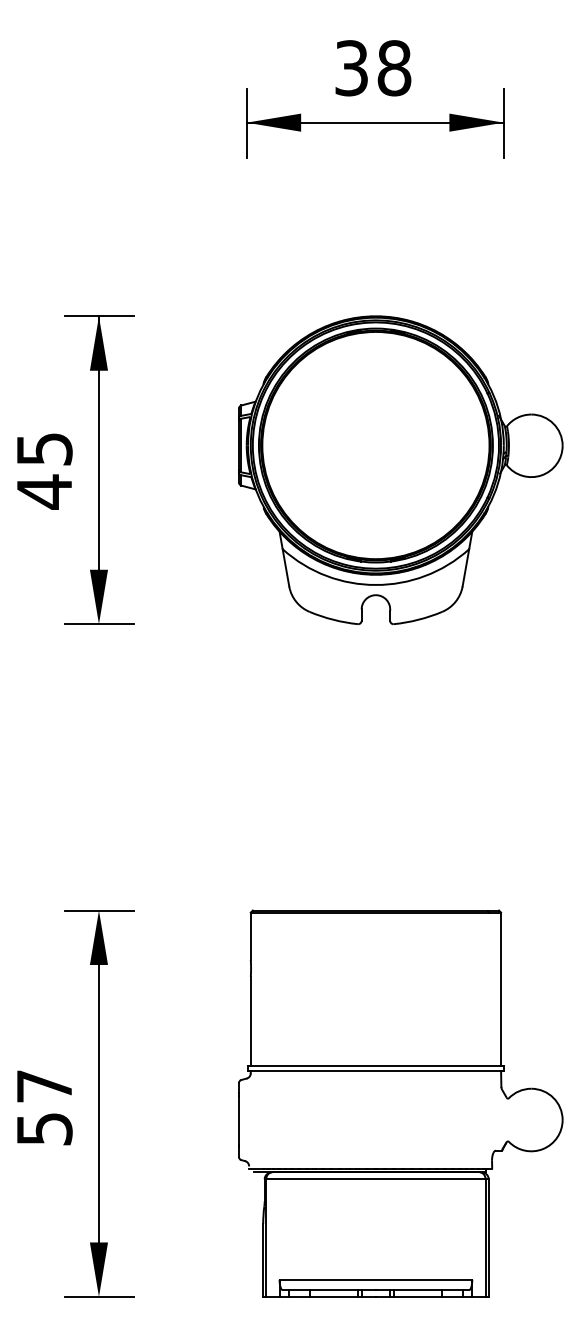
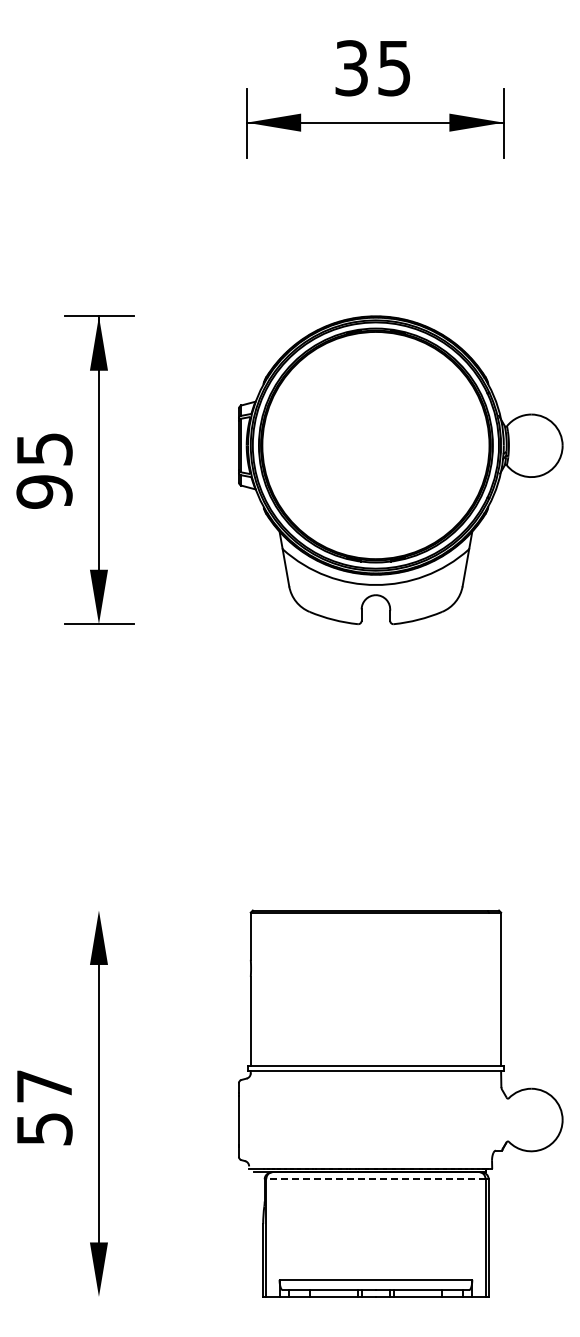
text at (394, 68): 38 -> 35
text at (44, 491): 45 -> 95
line at (99, 910): present -> none
line at (375, 1179): solid -> dashed
line at (99, 1296): present -> none
